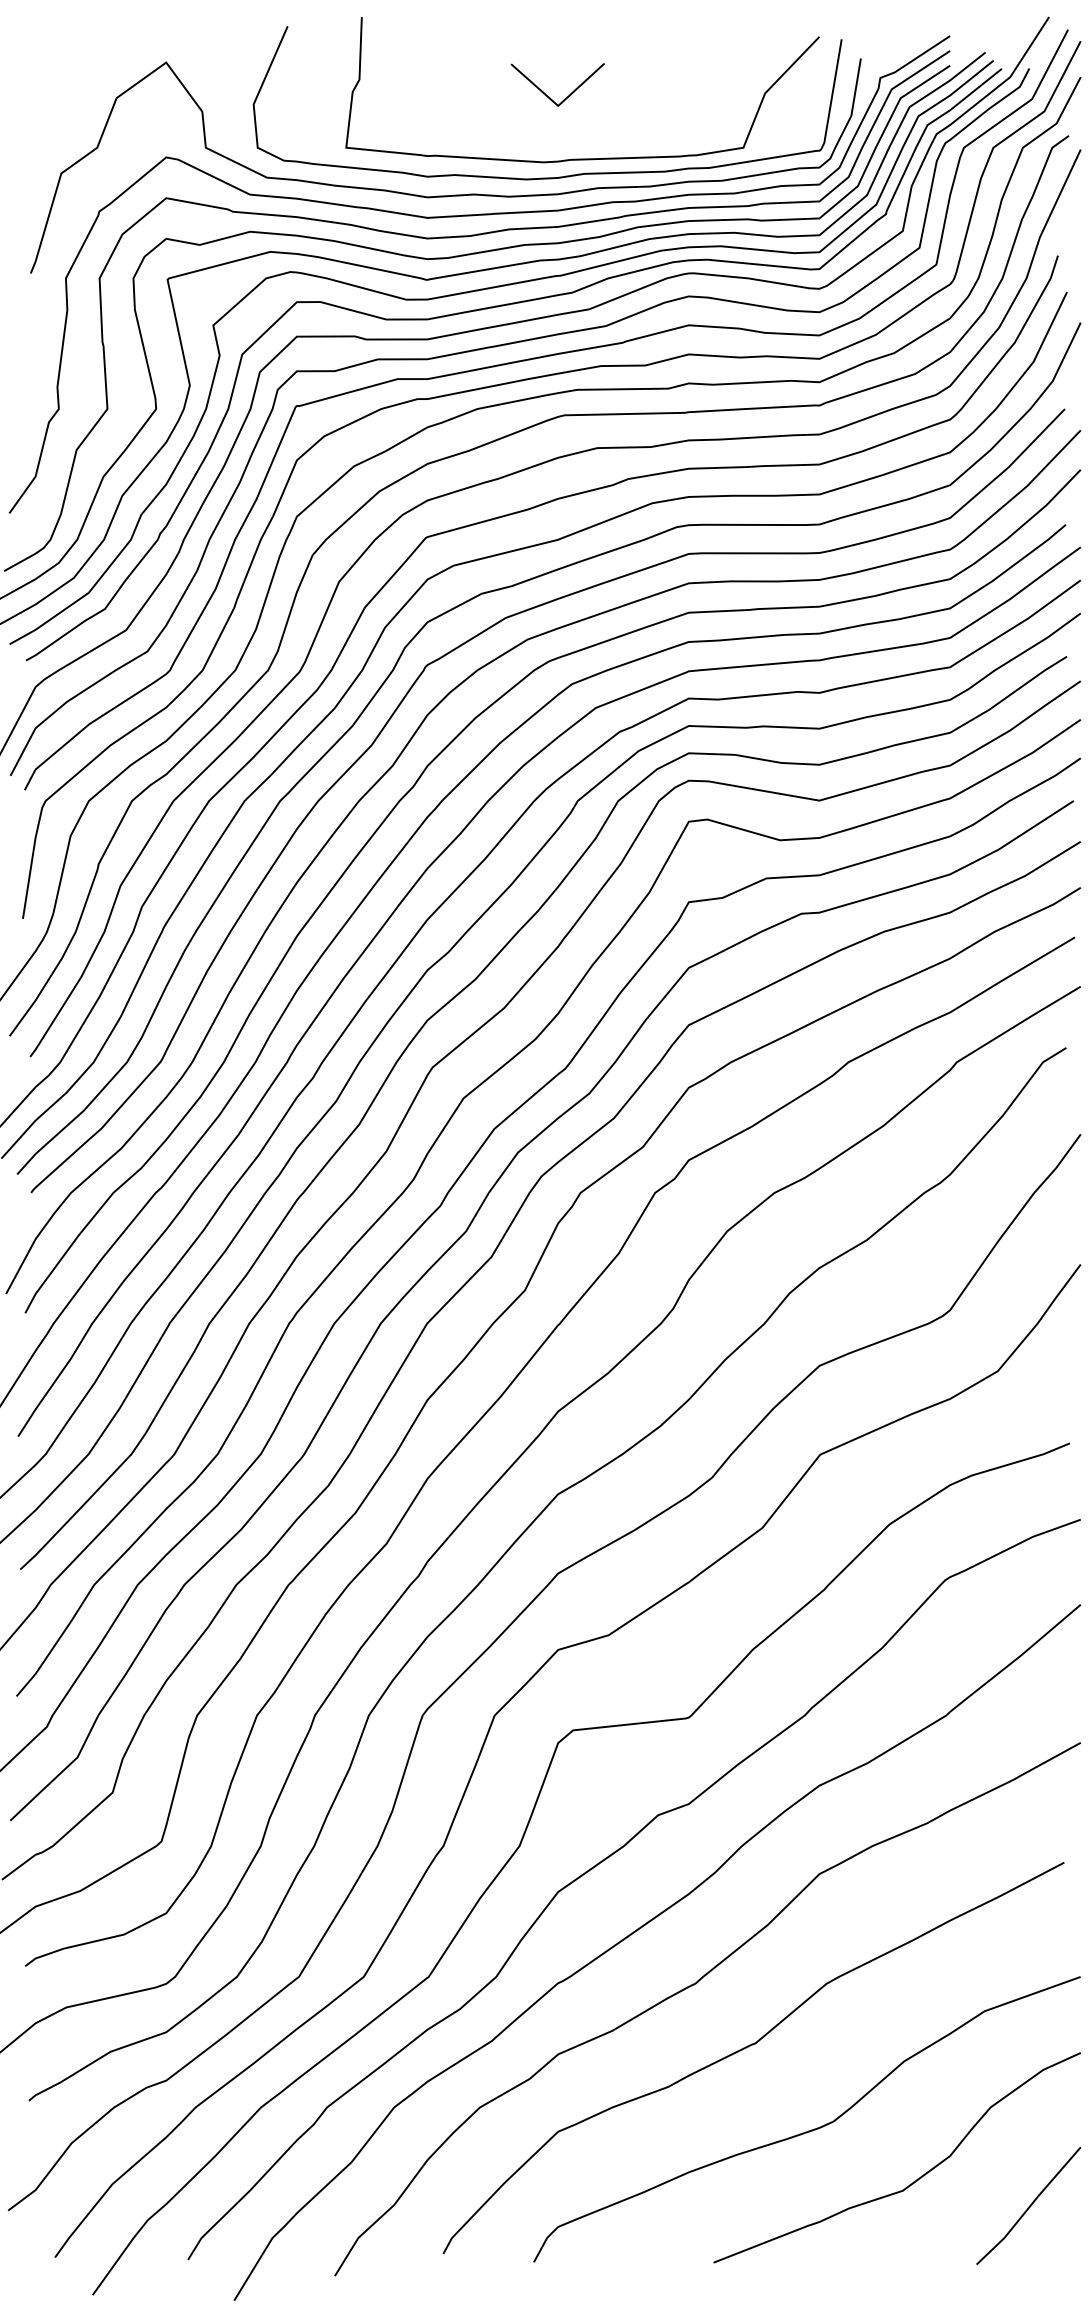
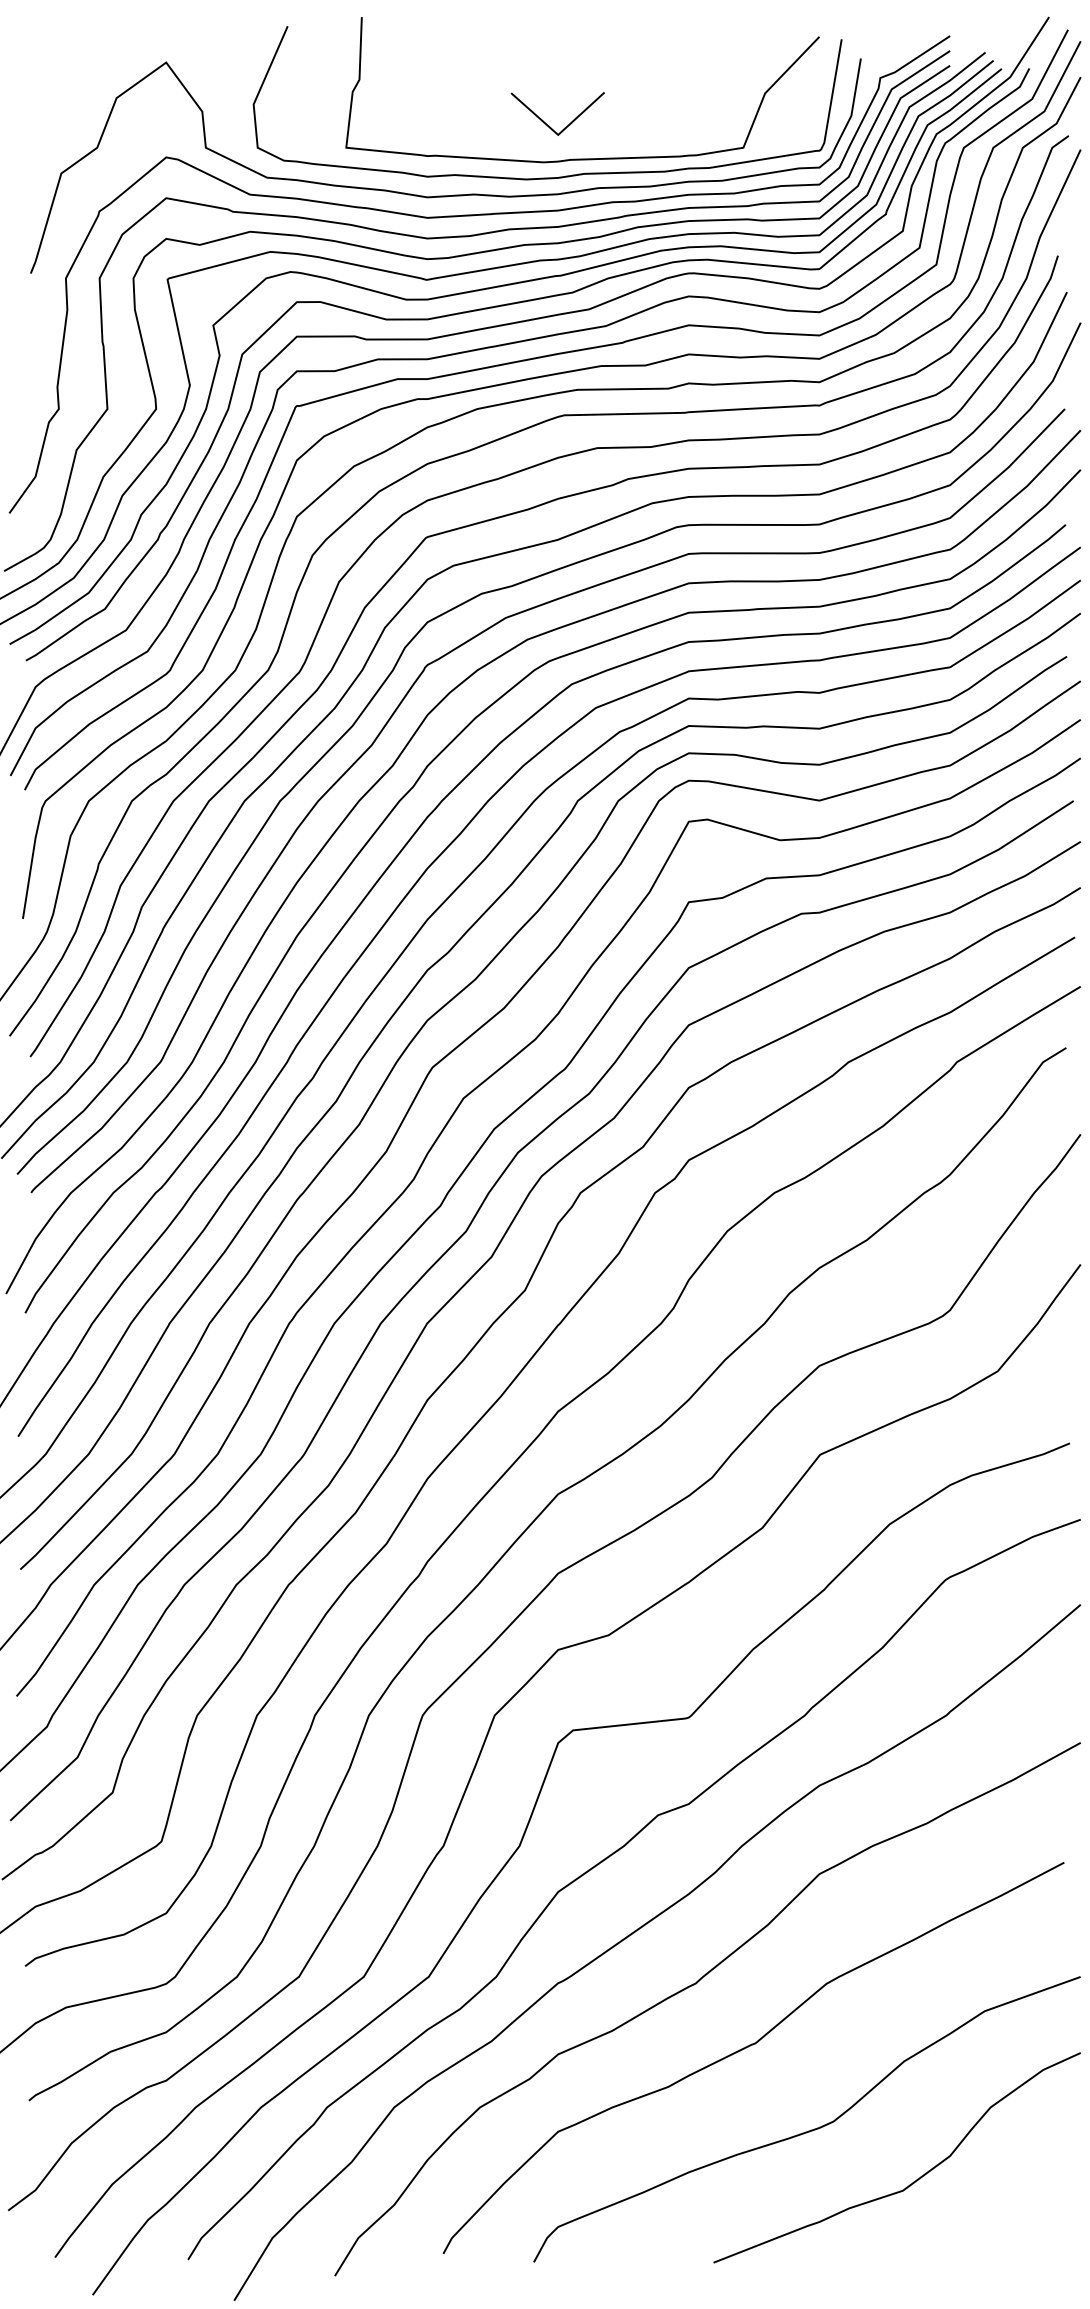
line at (549, 96) position: (549, 96) -> (549, 125)
line at (1029, 2205): present -> none
